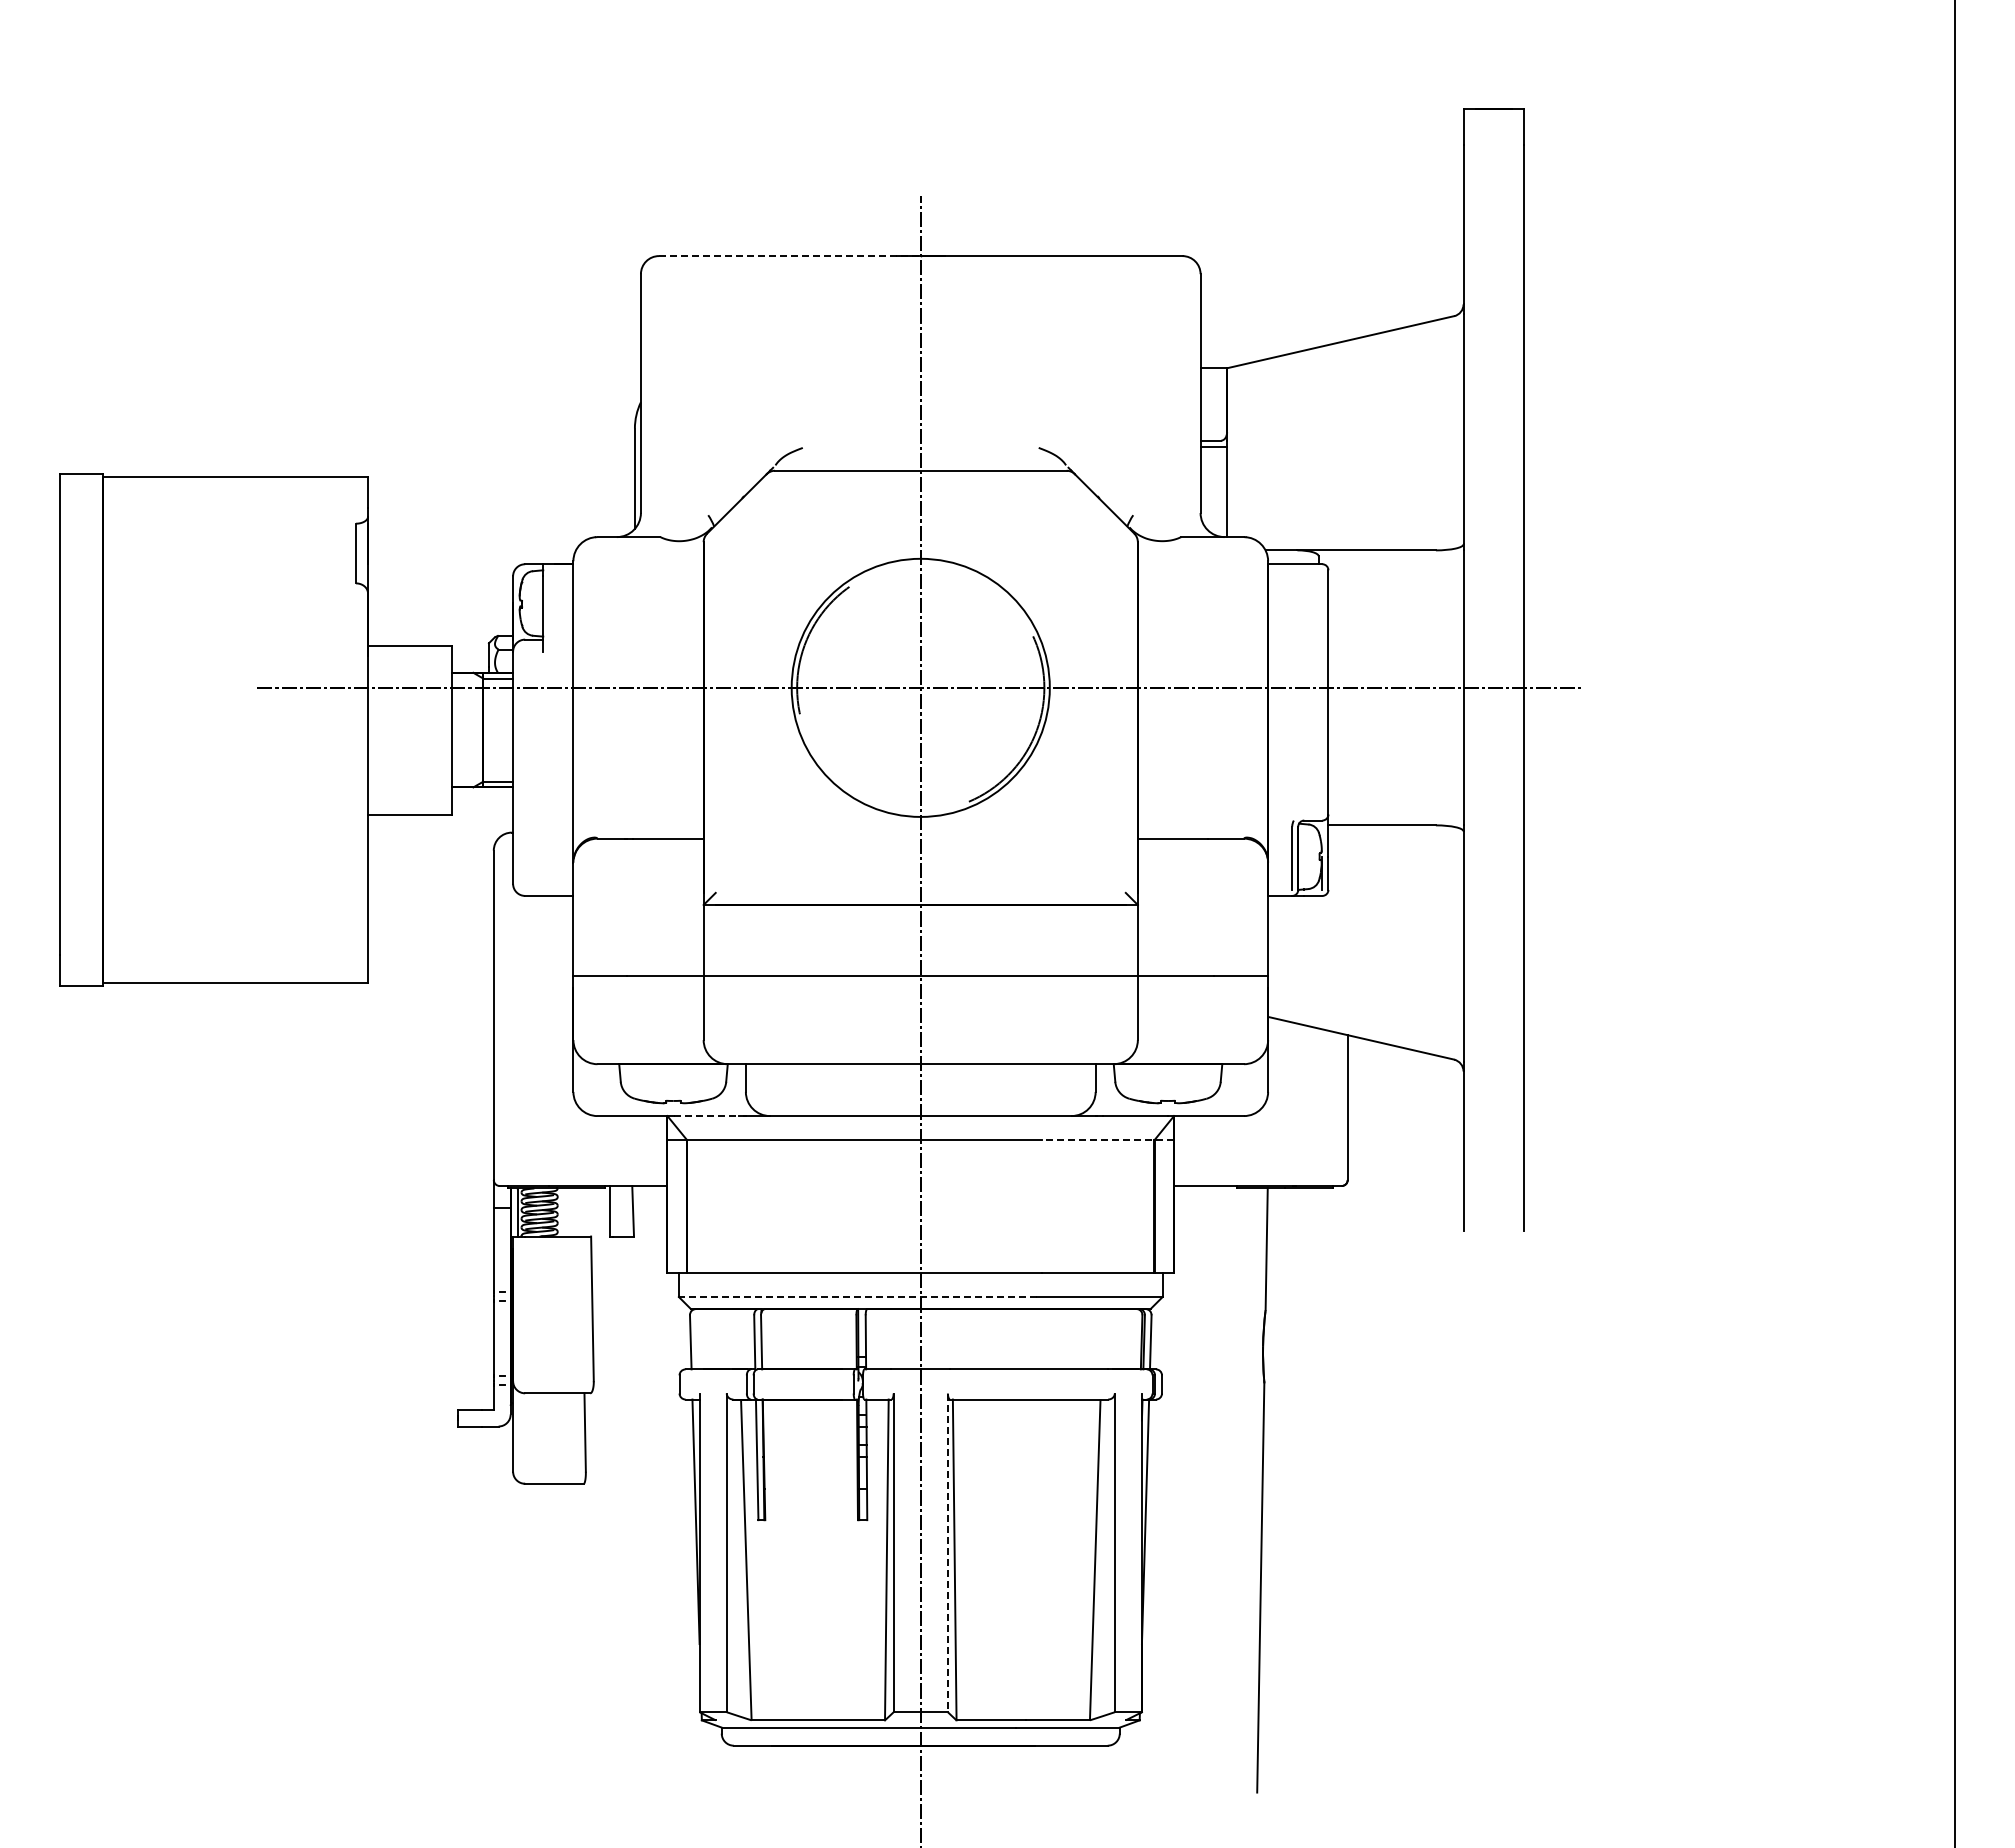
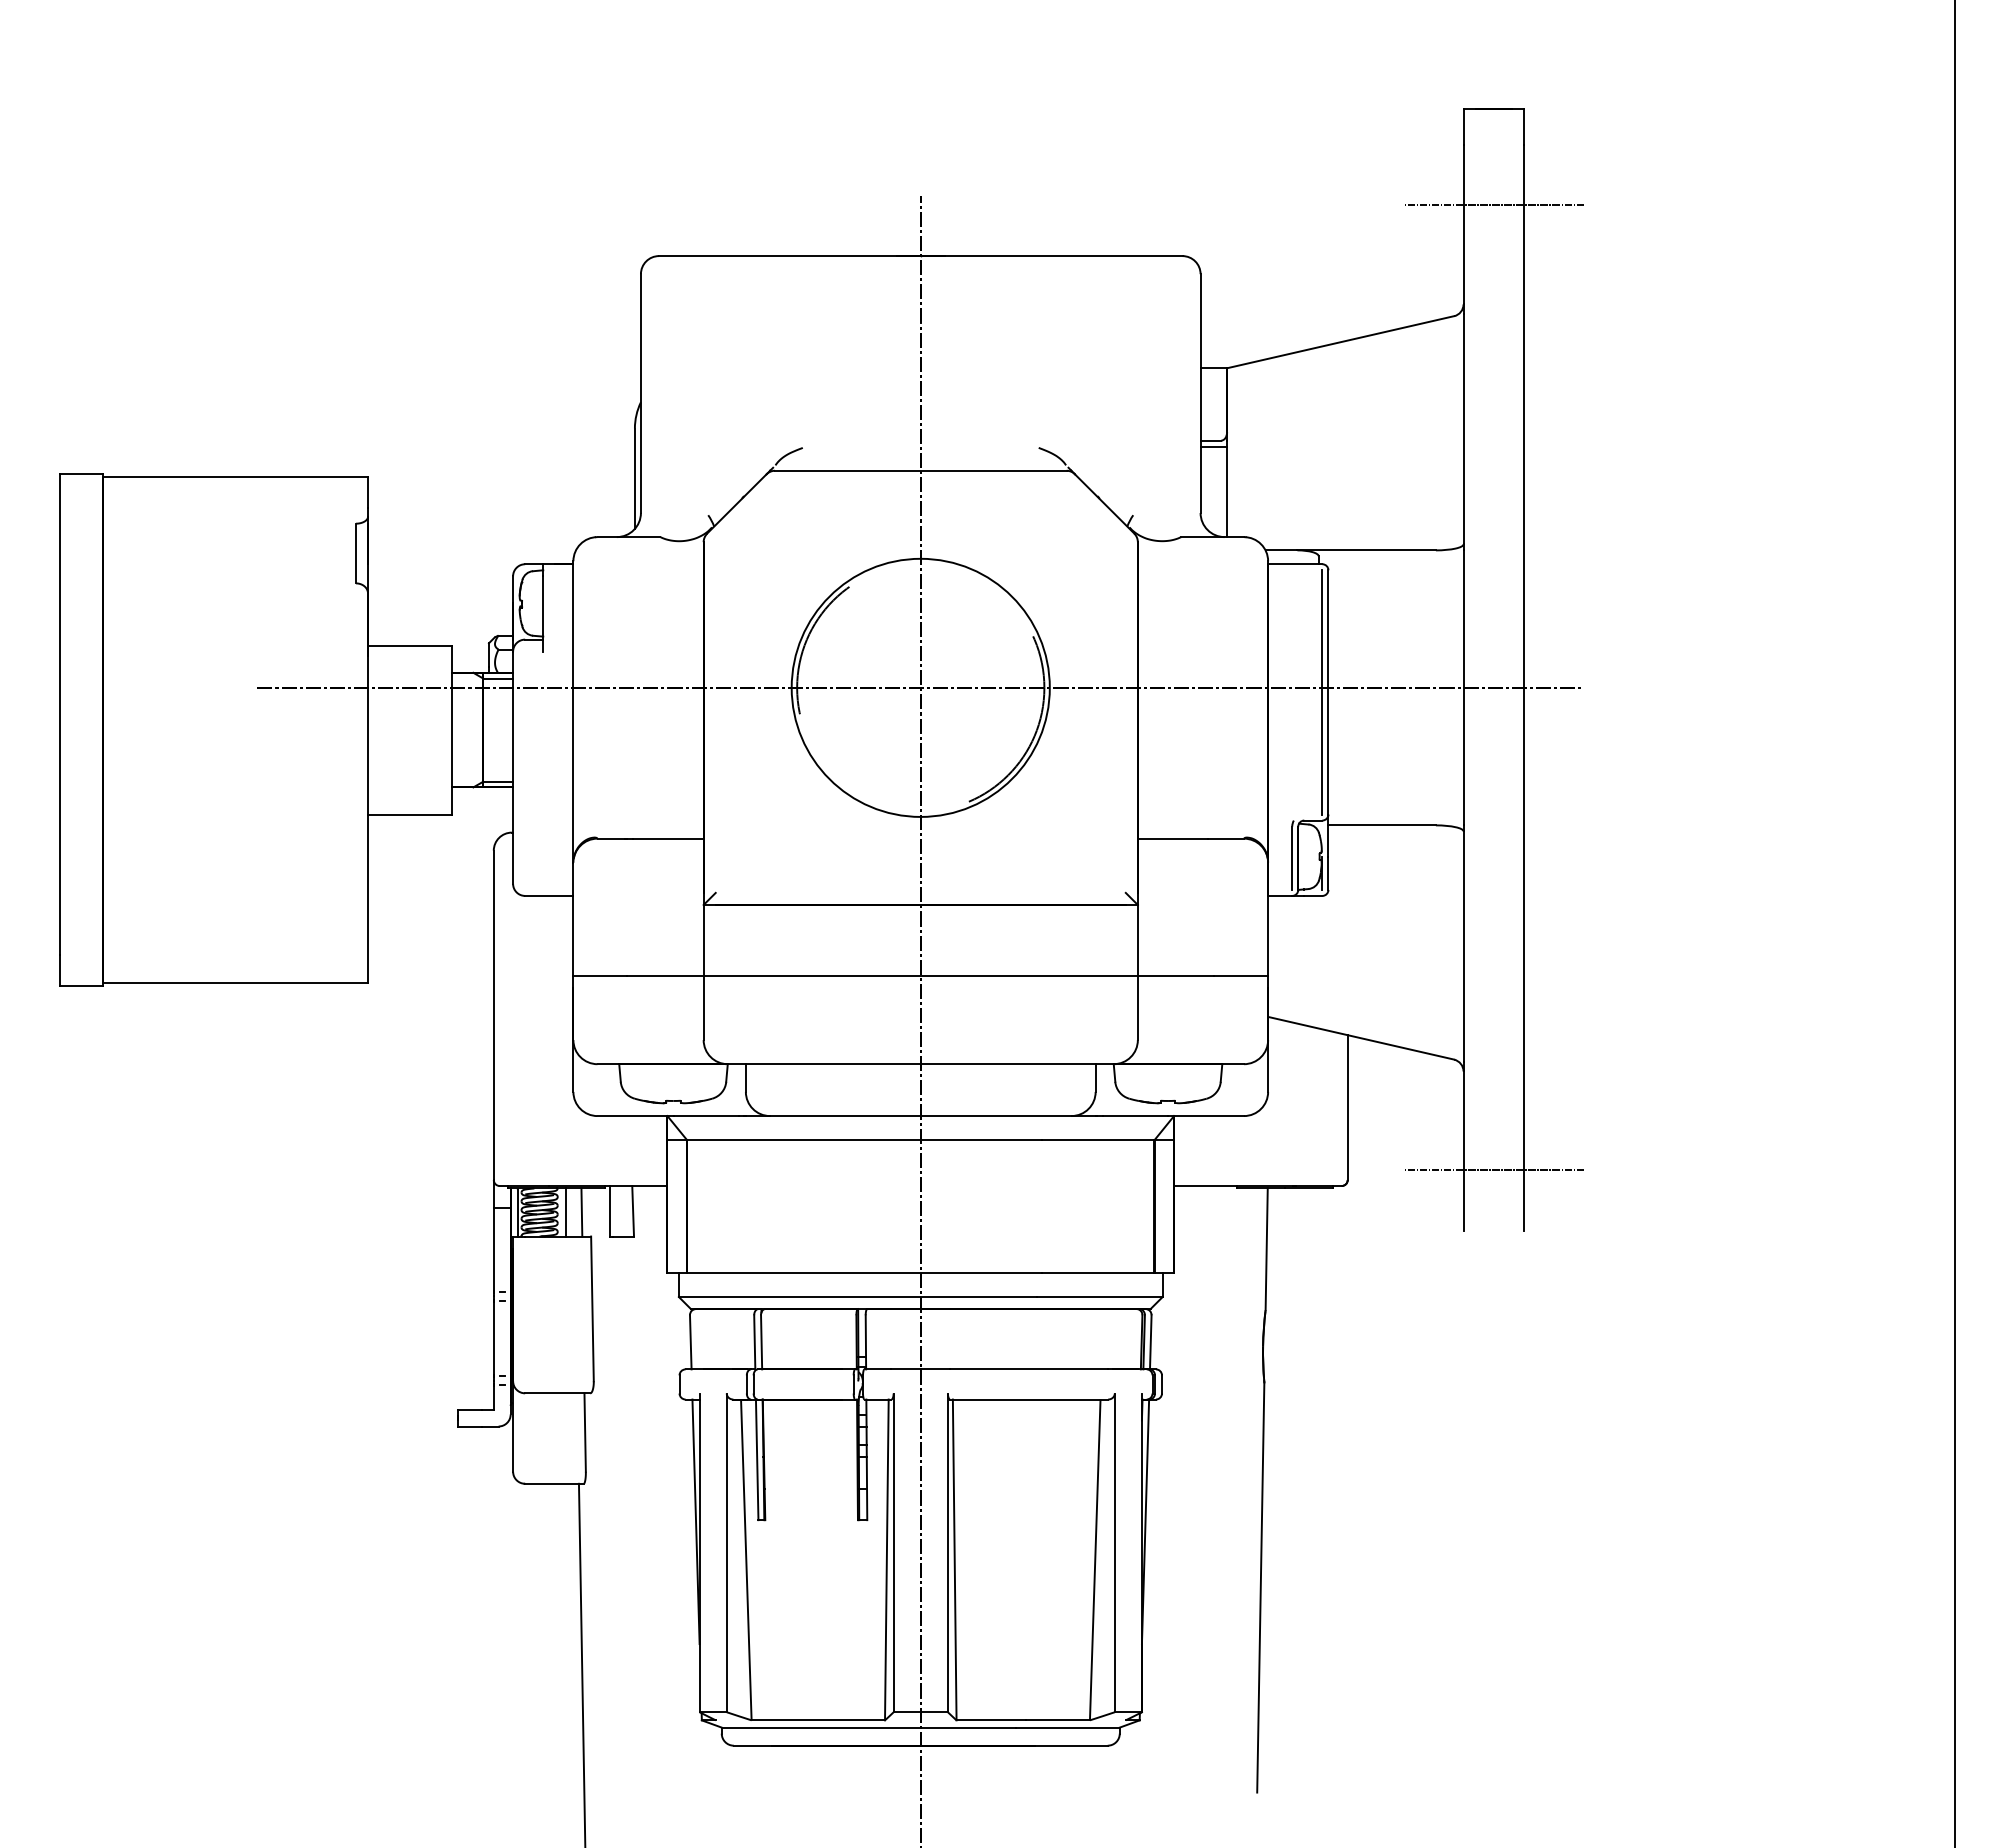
line at (1493, 205): none -> present
line at (789, 256): dashed -> solid
line at (1322, 692): none -> present
line at (706, 1116): dashed -> solid
line at (1108, 1140): dashed -> solid
line at (1493, 1170): none -> present
line at (566, 1212): none -> present
line at (581, 1212): none -> present
line at (857, 1297): dashed -> solid
line at (947, 1553): dashed -> solid
line at (581, 1663): none -> present
